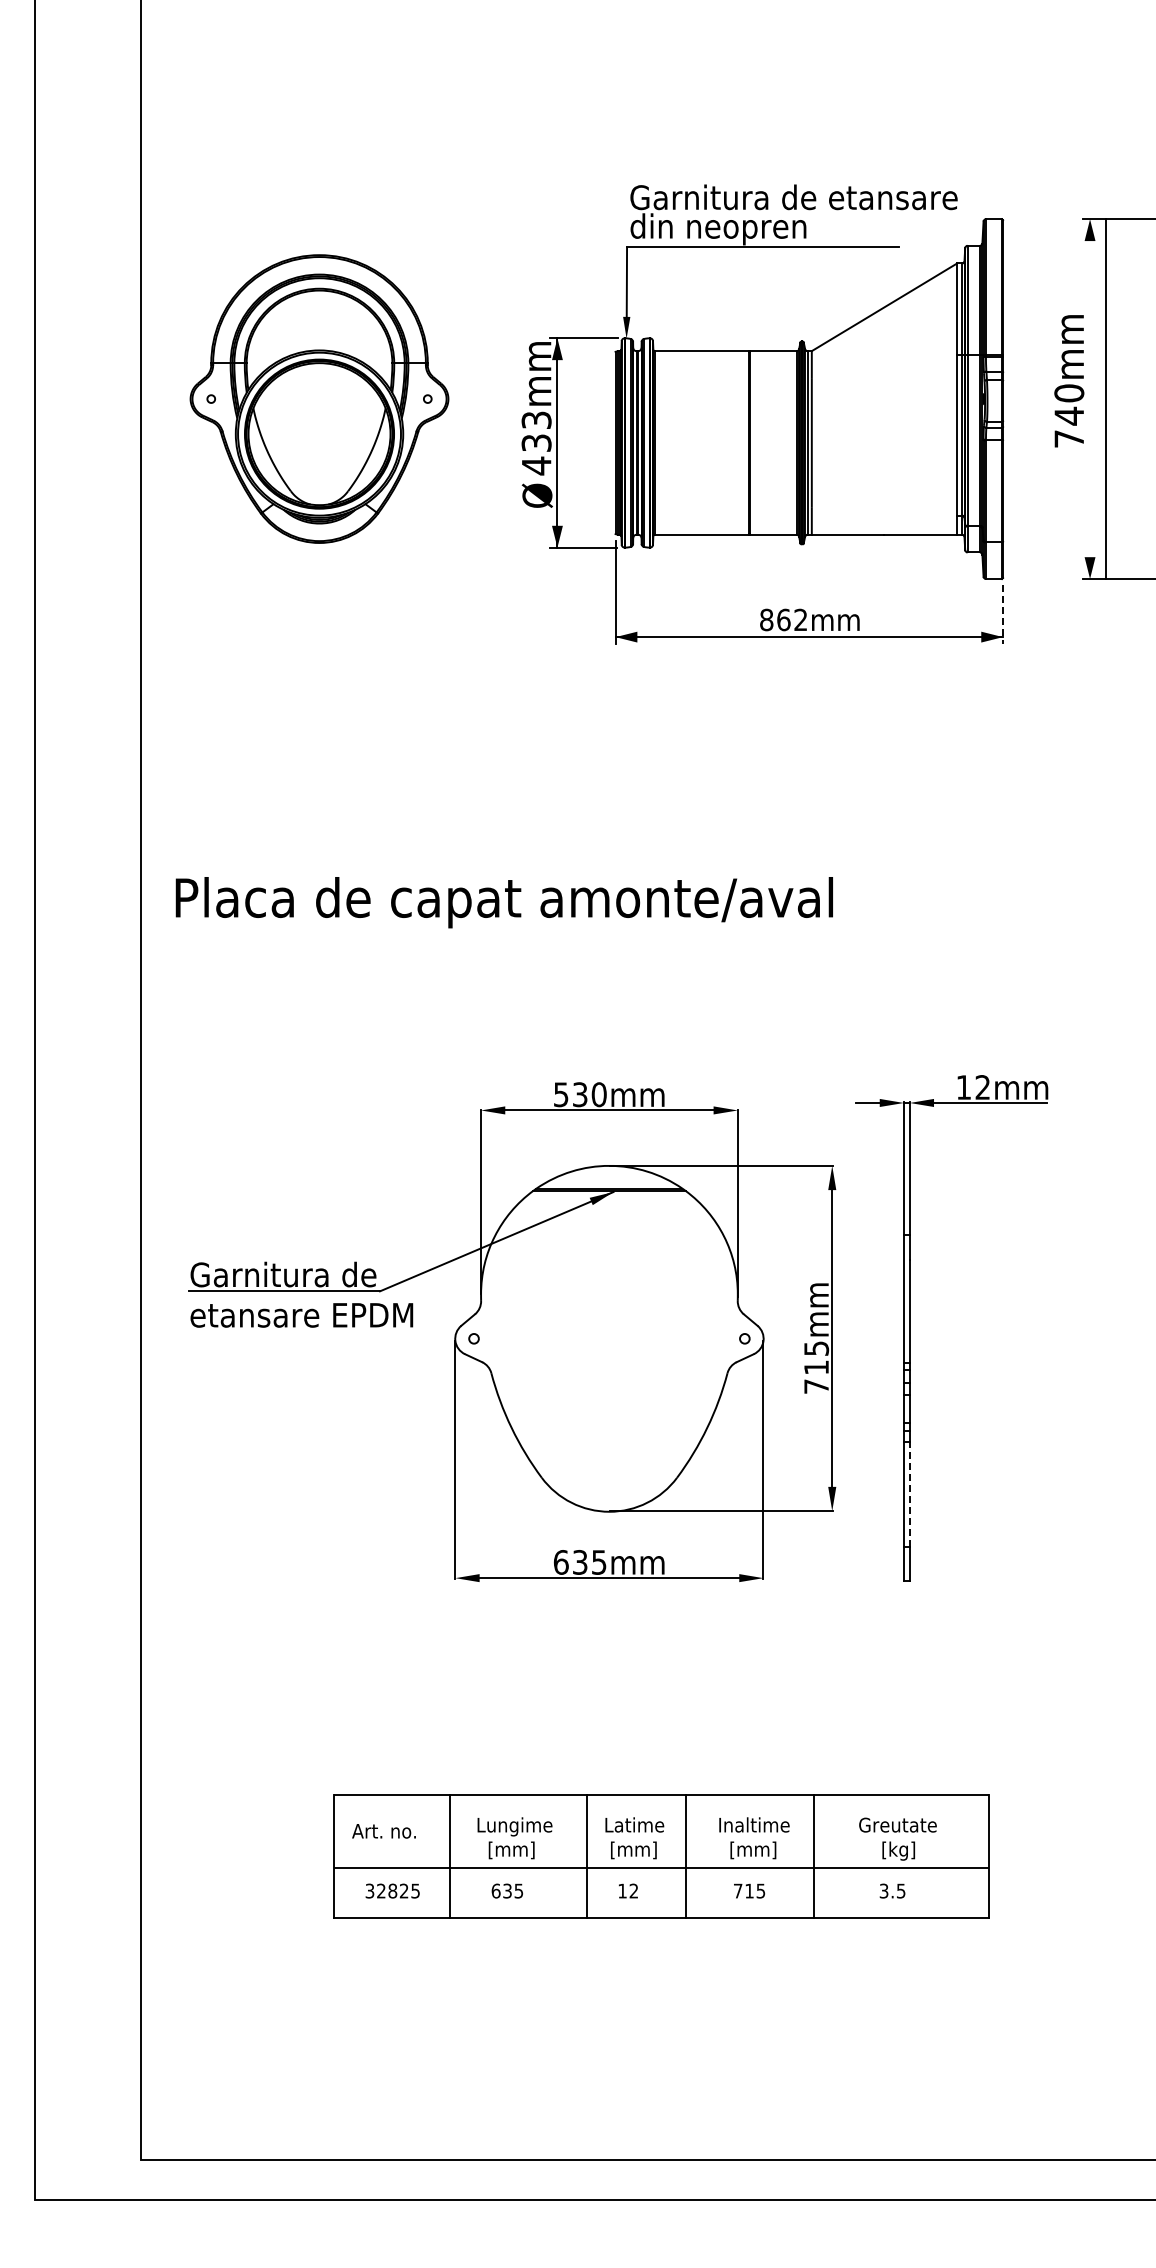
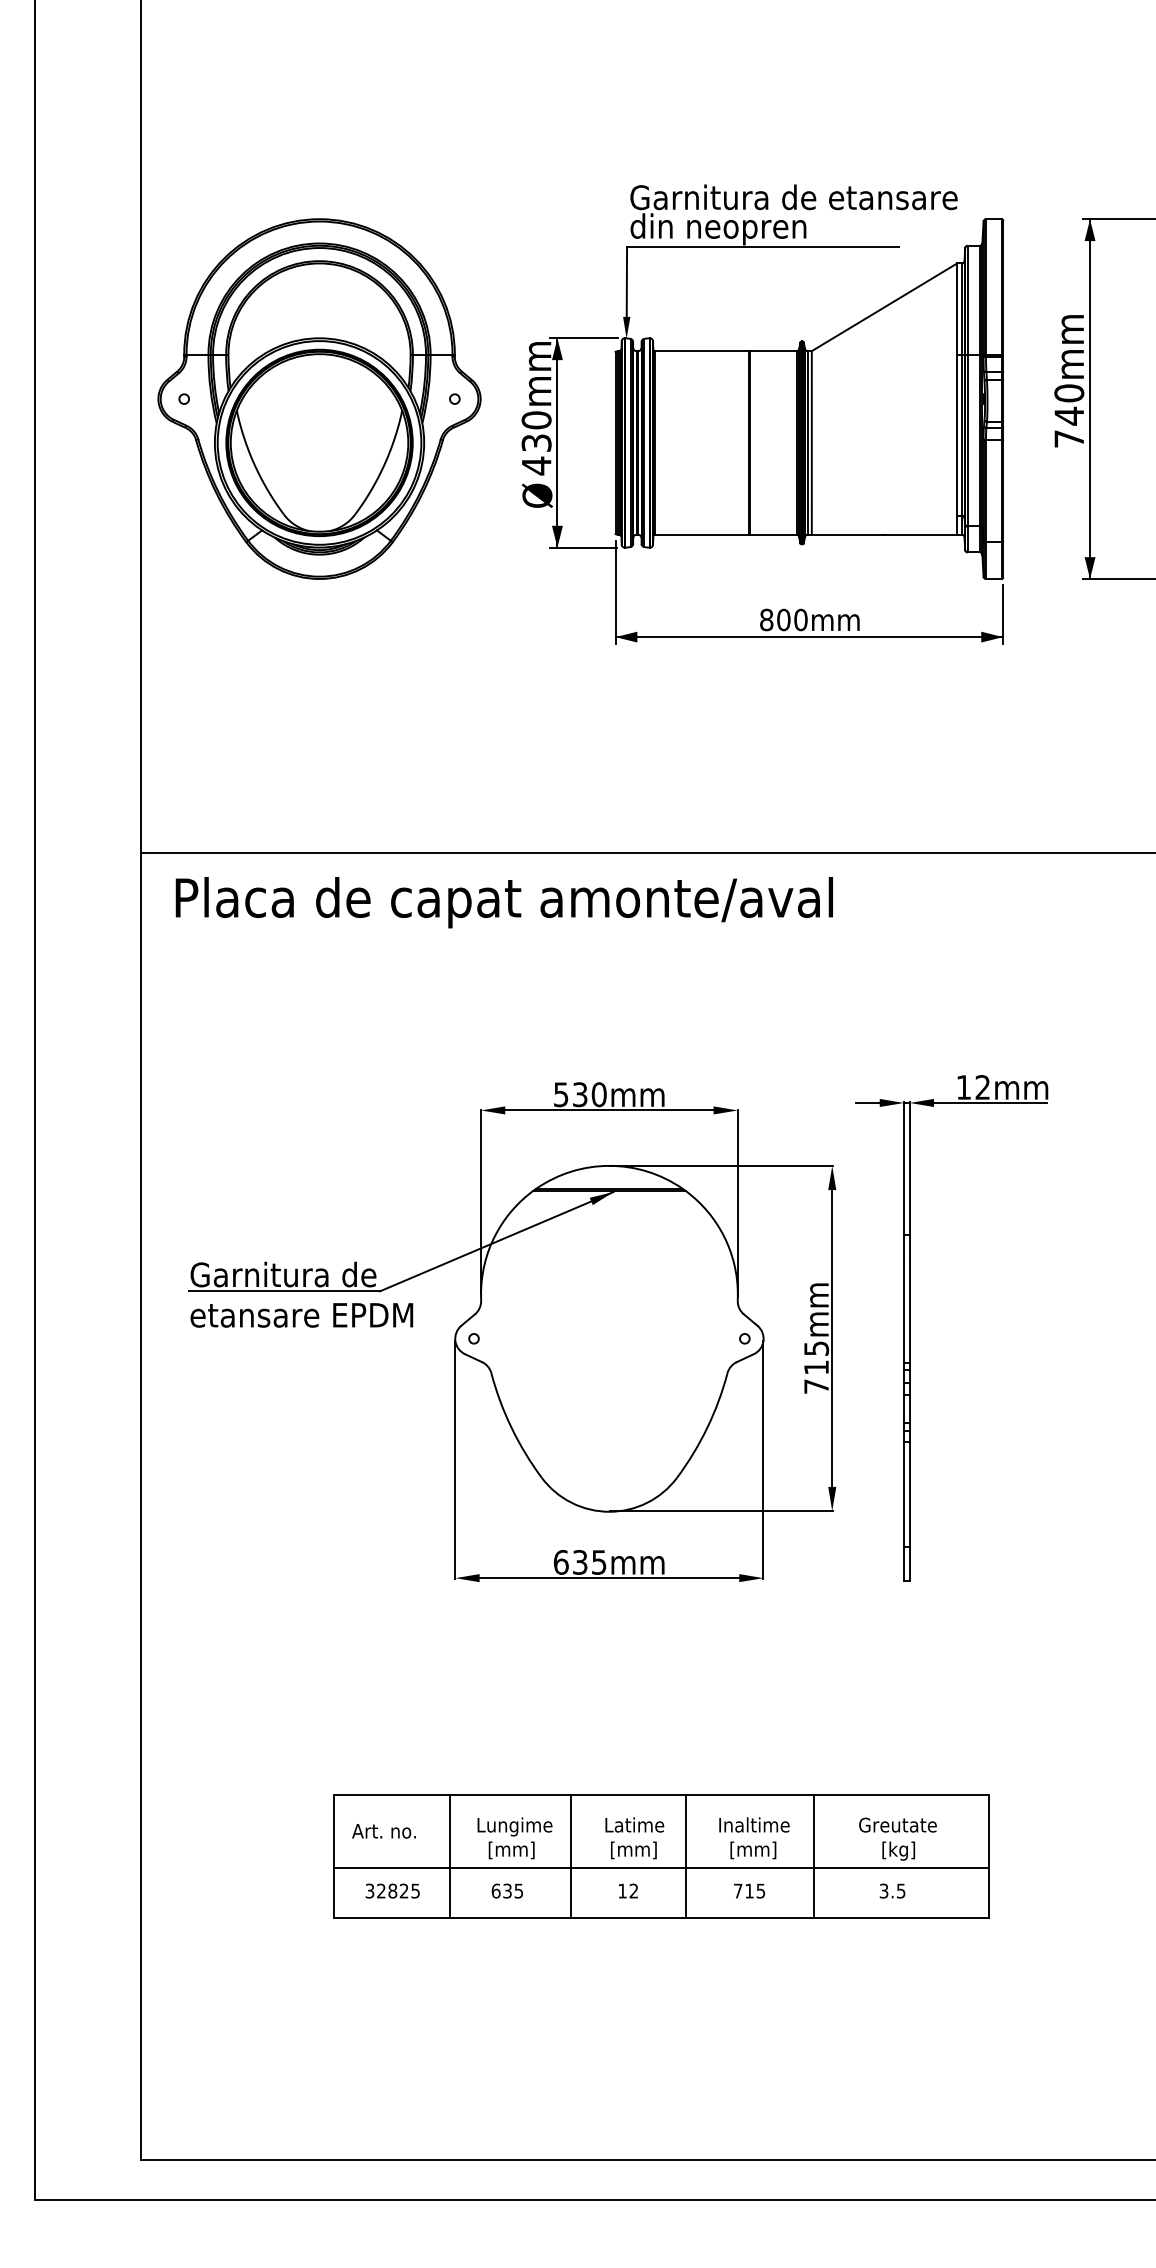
part at (319, 398) size: 261x290 px -> 325x362 px
line at (1106, 398) position: (1106, 398) -> (1090, 398)
text at (536, 420): 433mm -> 430mm
line at (1003, 614): dashed -> solid
text at (792, 619): 862mm -> 800mm
line at (646, 853): none -> present
line at (909, 1493): dashed -> solid
line at (586, 1856) position: (586, 1856) -> (570, 1856)
